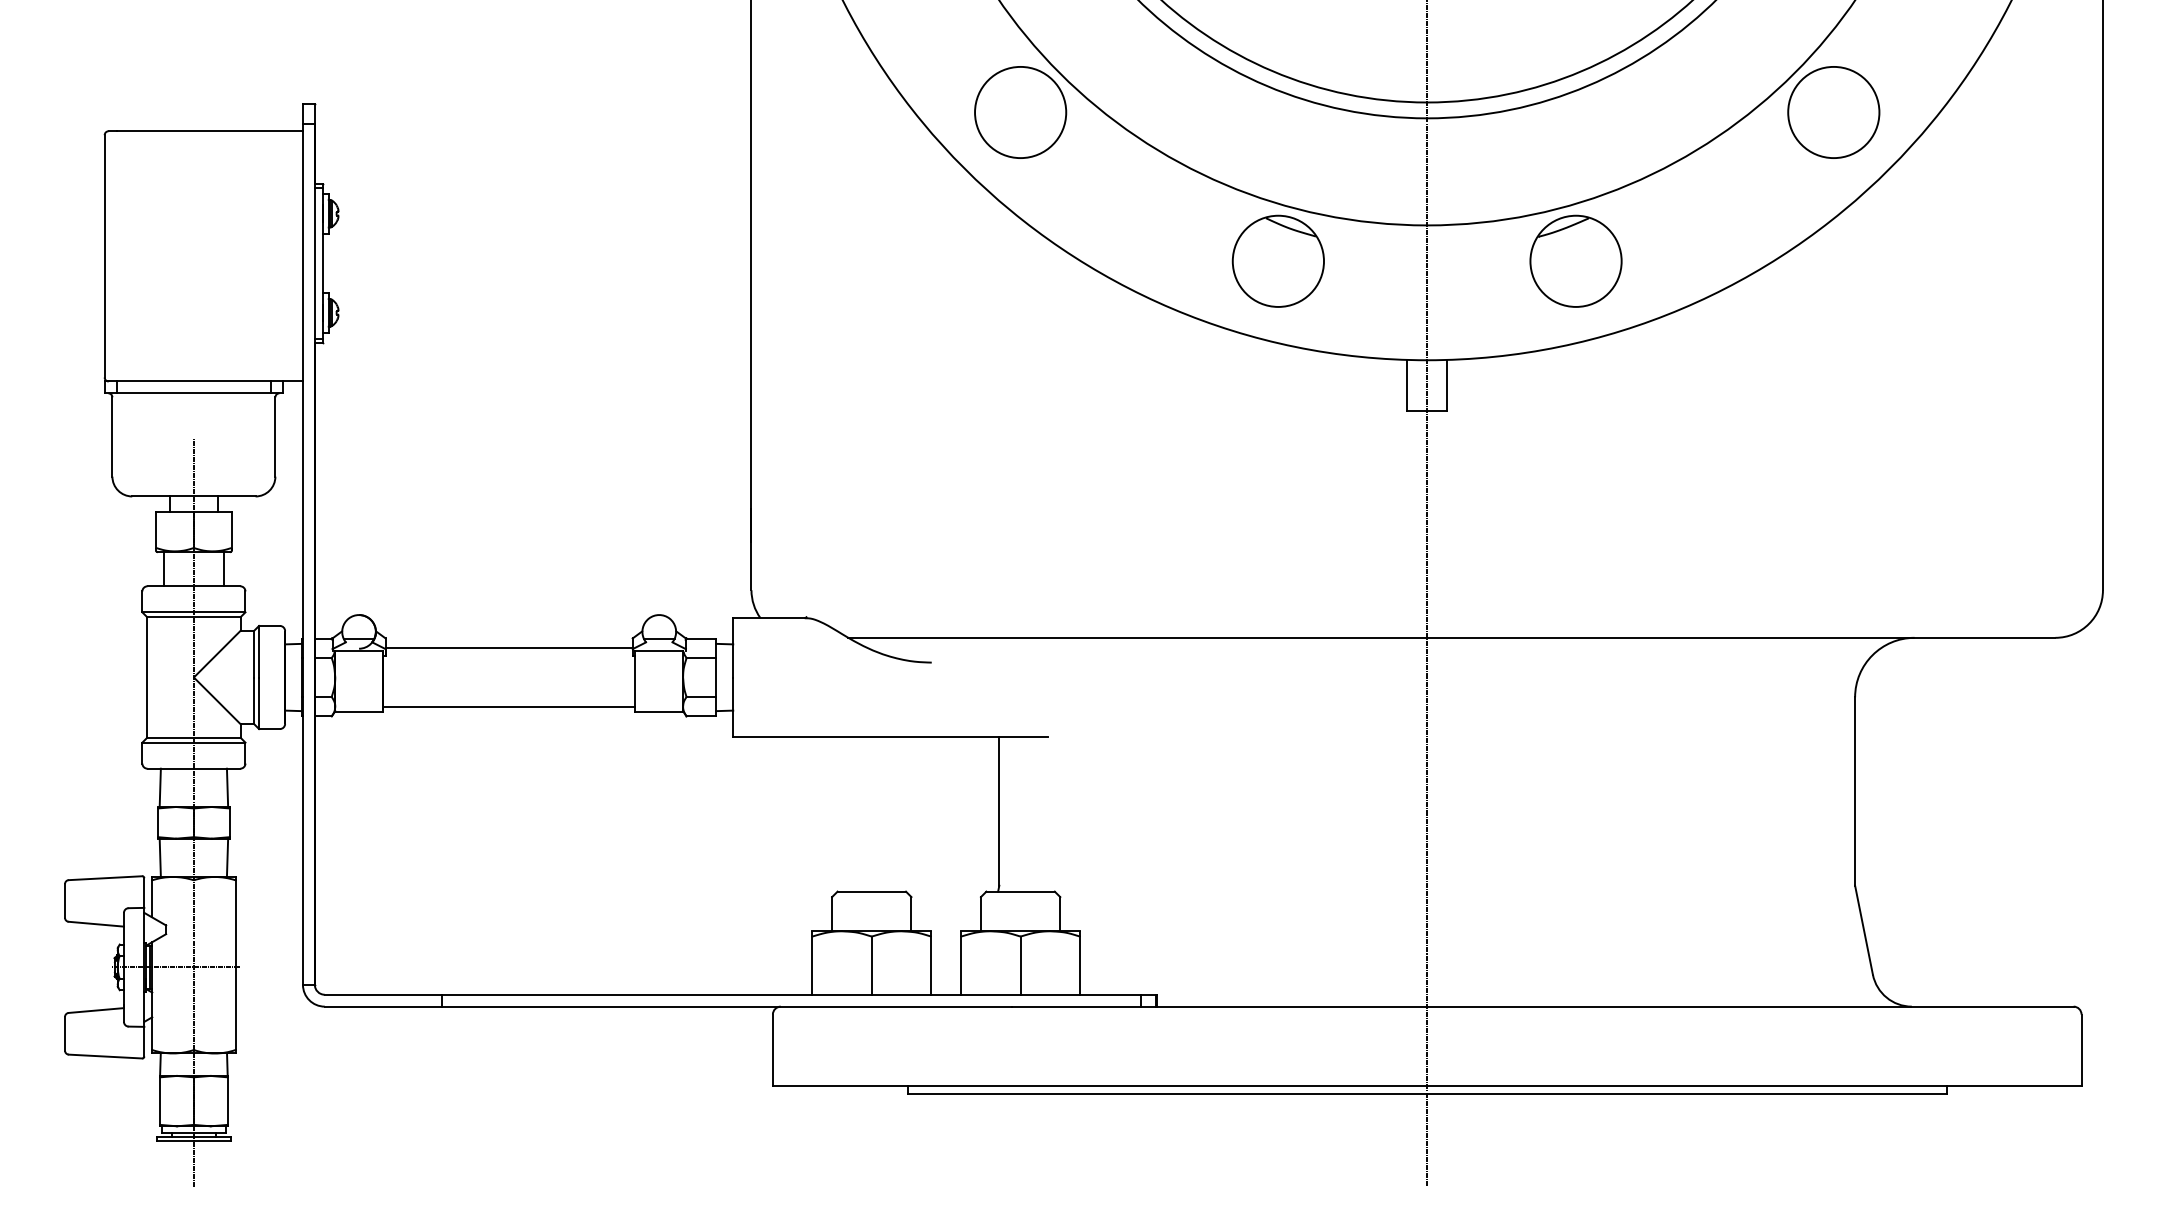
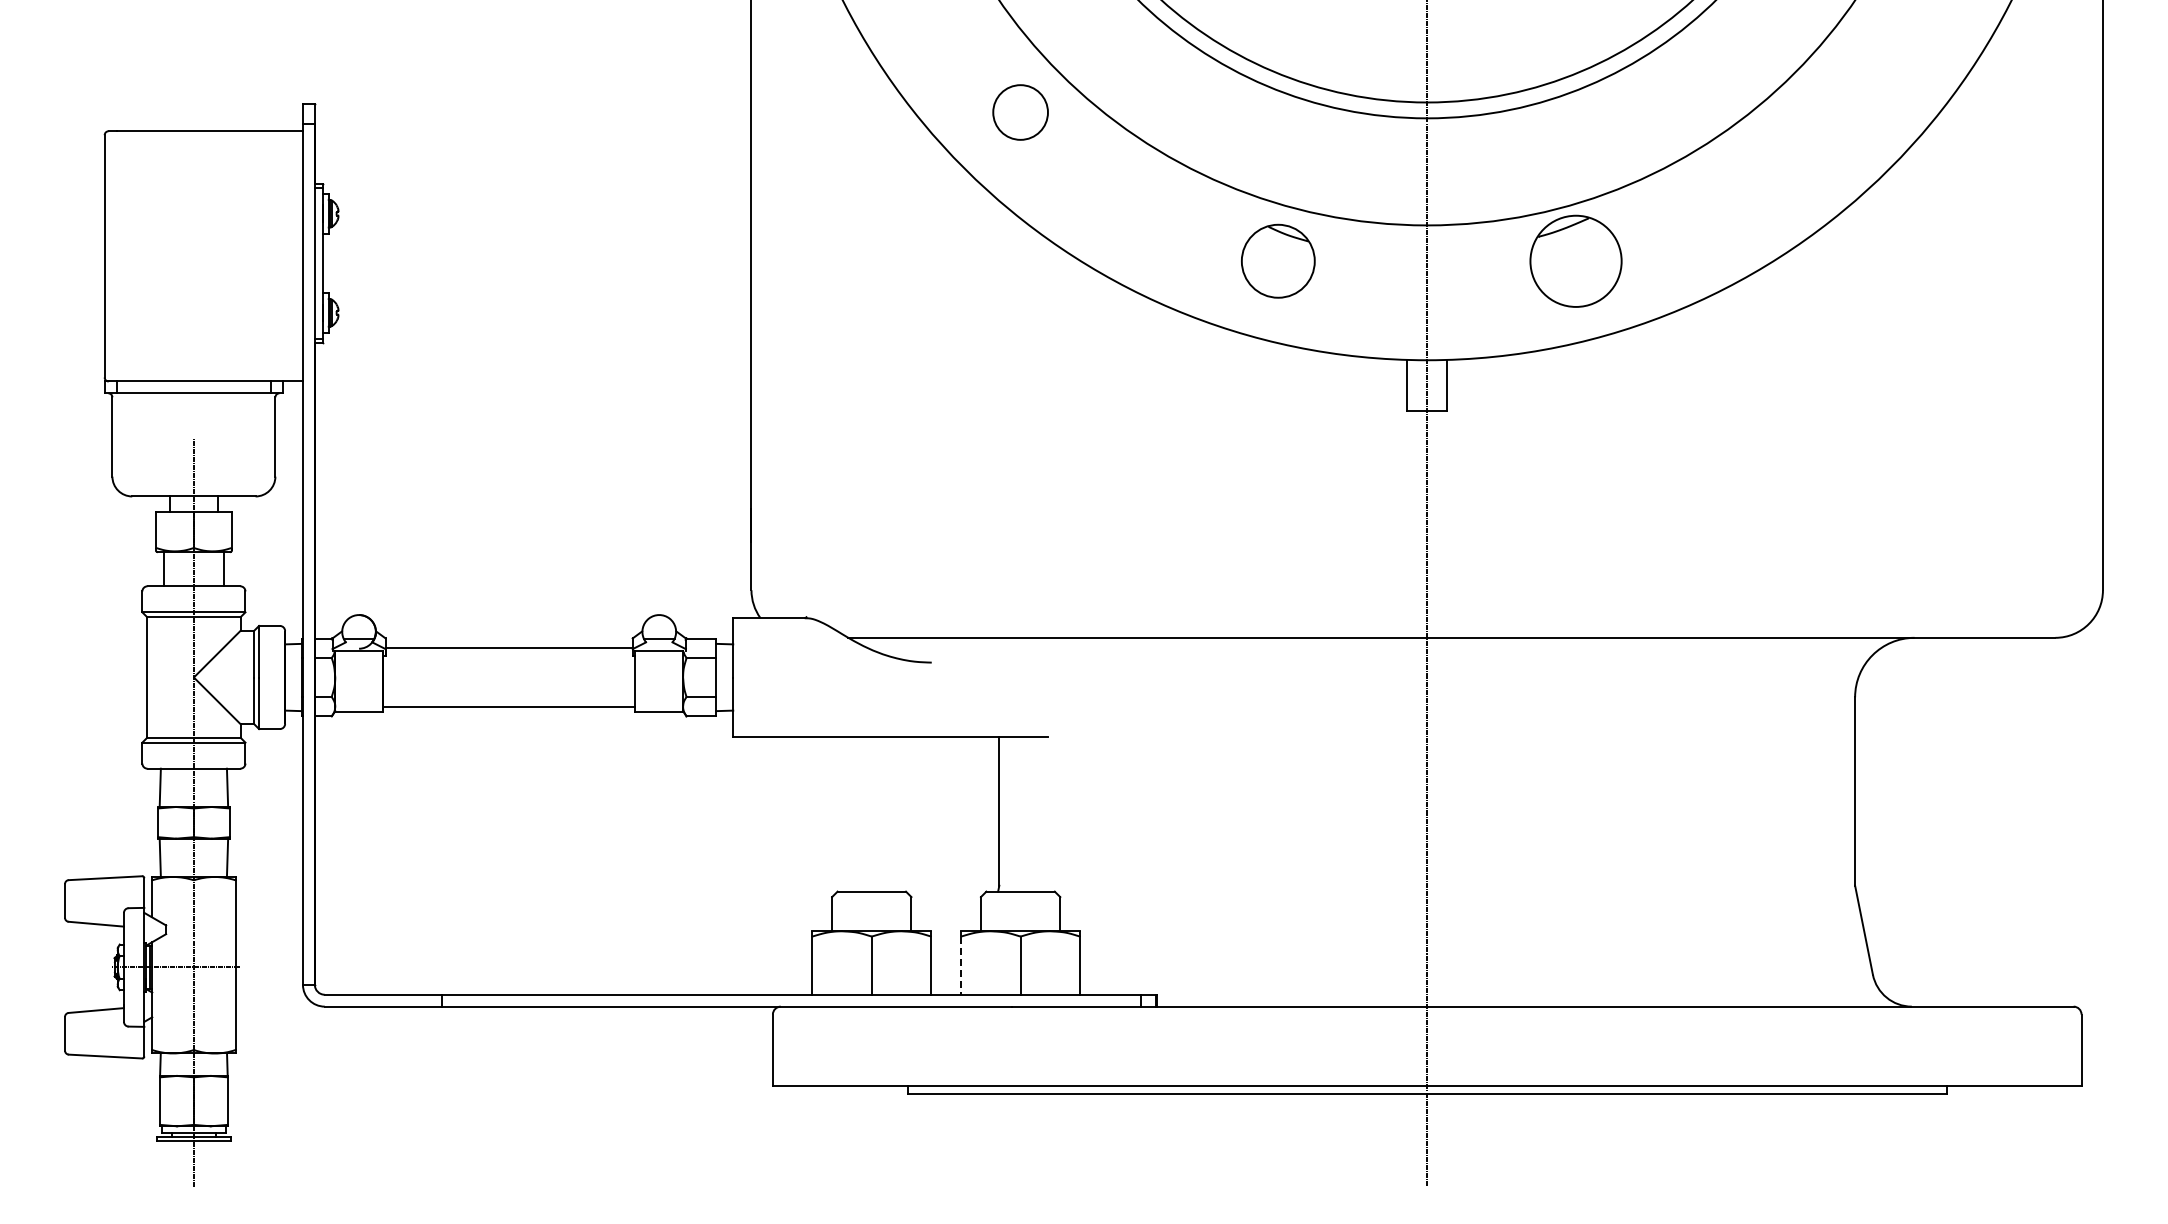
circle at (1020, 112) diameter: 91 px -> 55 px
circle at (1833, 112): present -> none
part at (1277, 260) size: 94x94 px -> 75x76 px
line at (961, 966): solid -> dashed
